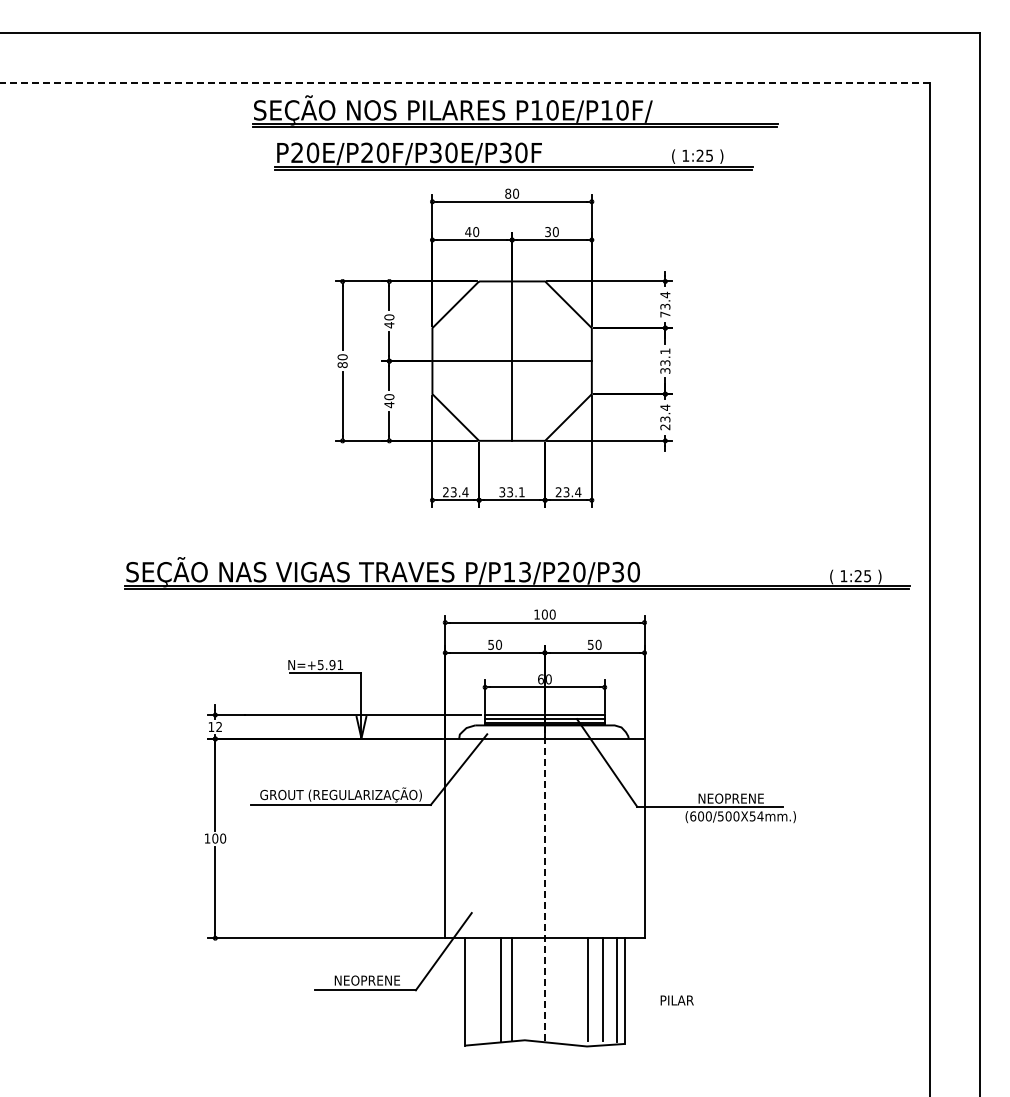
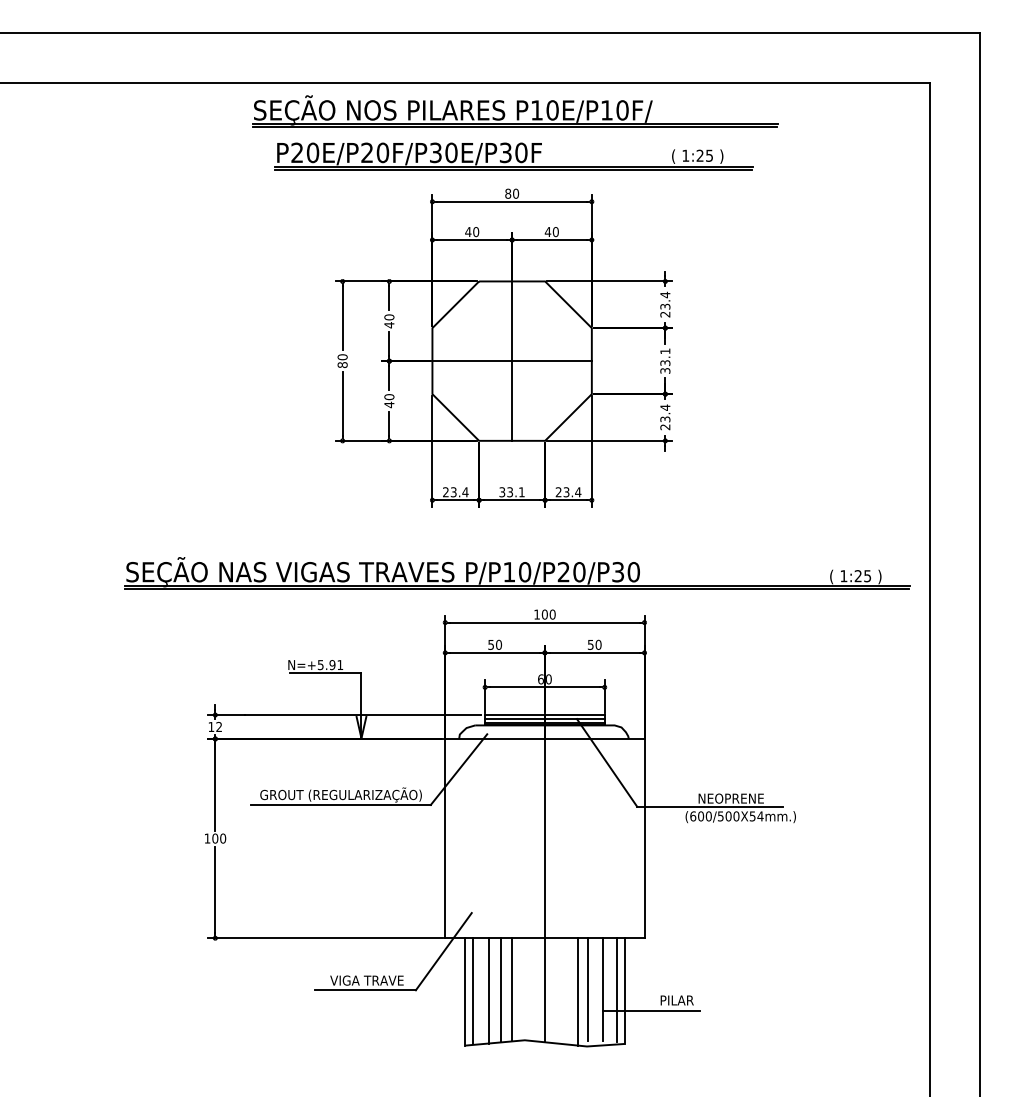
line at (464, 82): dashed -> solid
text at (547, 232): 30 -> 40
text at (665, 314): 73.4 -> 23.4
text at (525, 572): P/P13/P20/P30 -> P/P10/P20/P30
line at (544, 878): dashed -> solid
text at (366, 980): NEOPRENE -> VIGA TRAVE
line at (488, 990): none -> present
line at (472, 991): none -> present
line at (577, 991): none -> present
line at (651, 1010): none -> present
